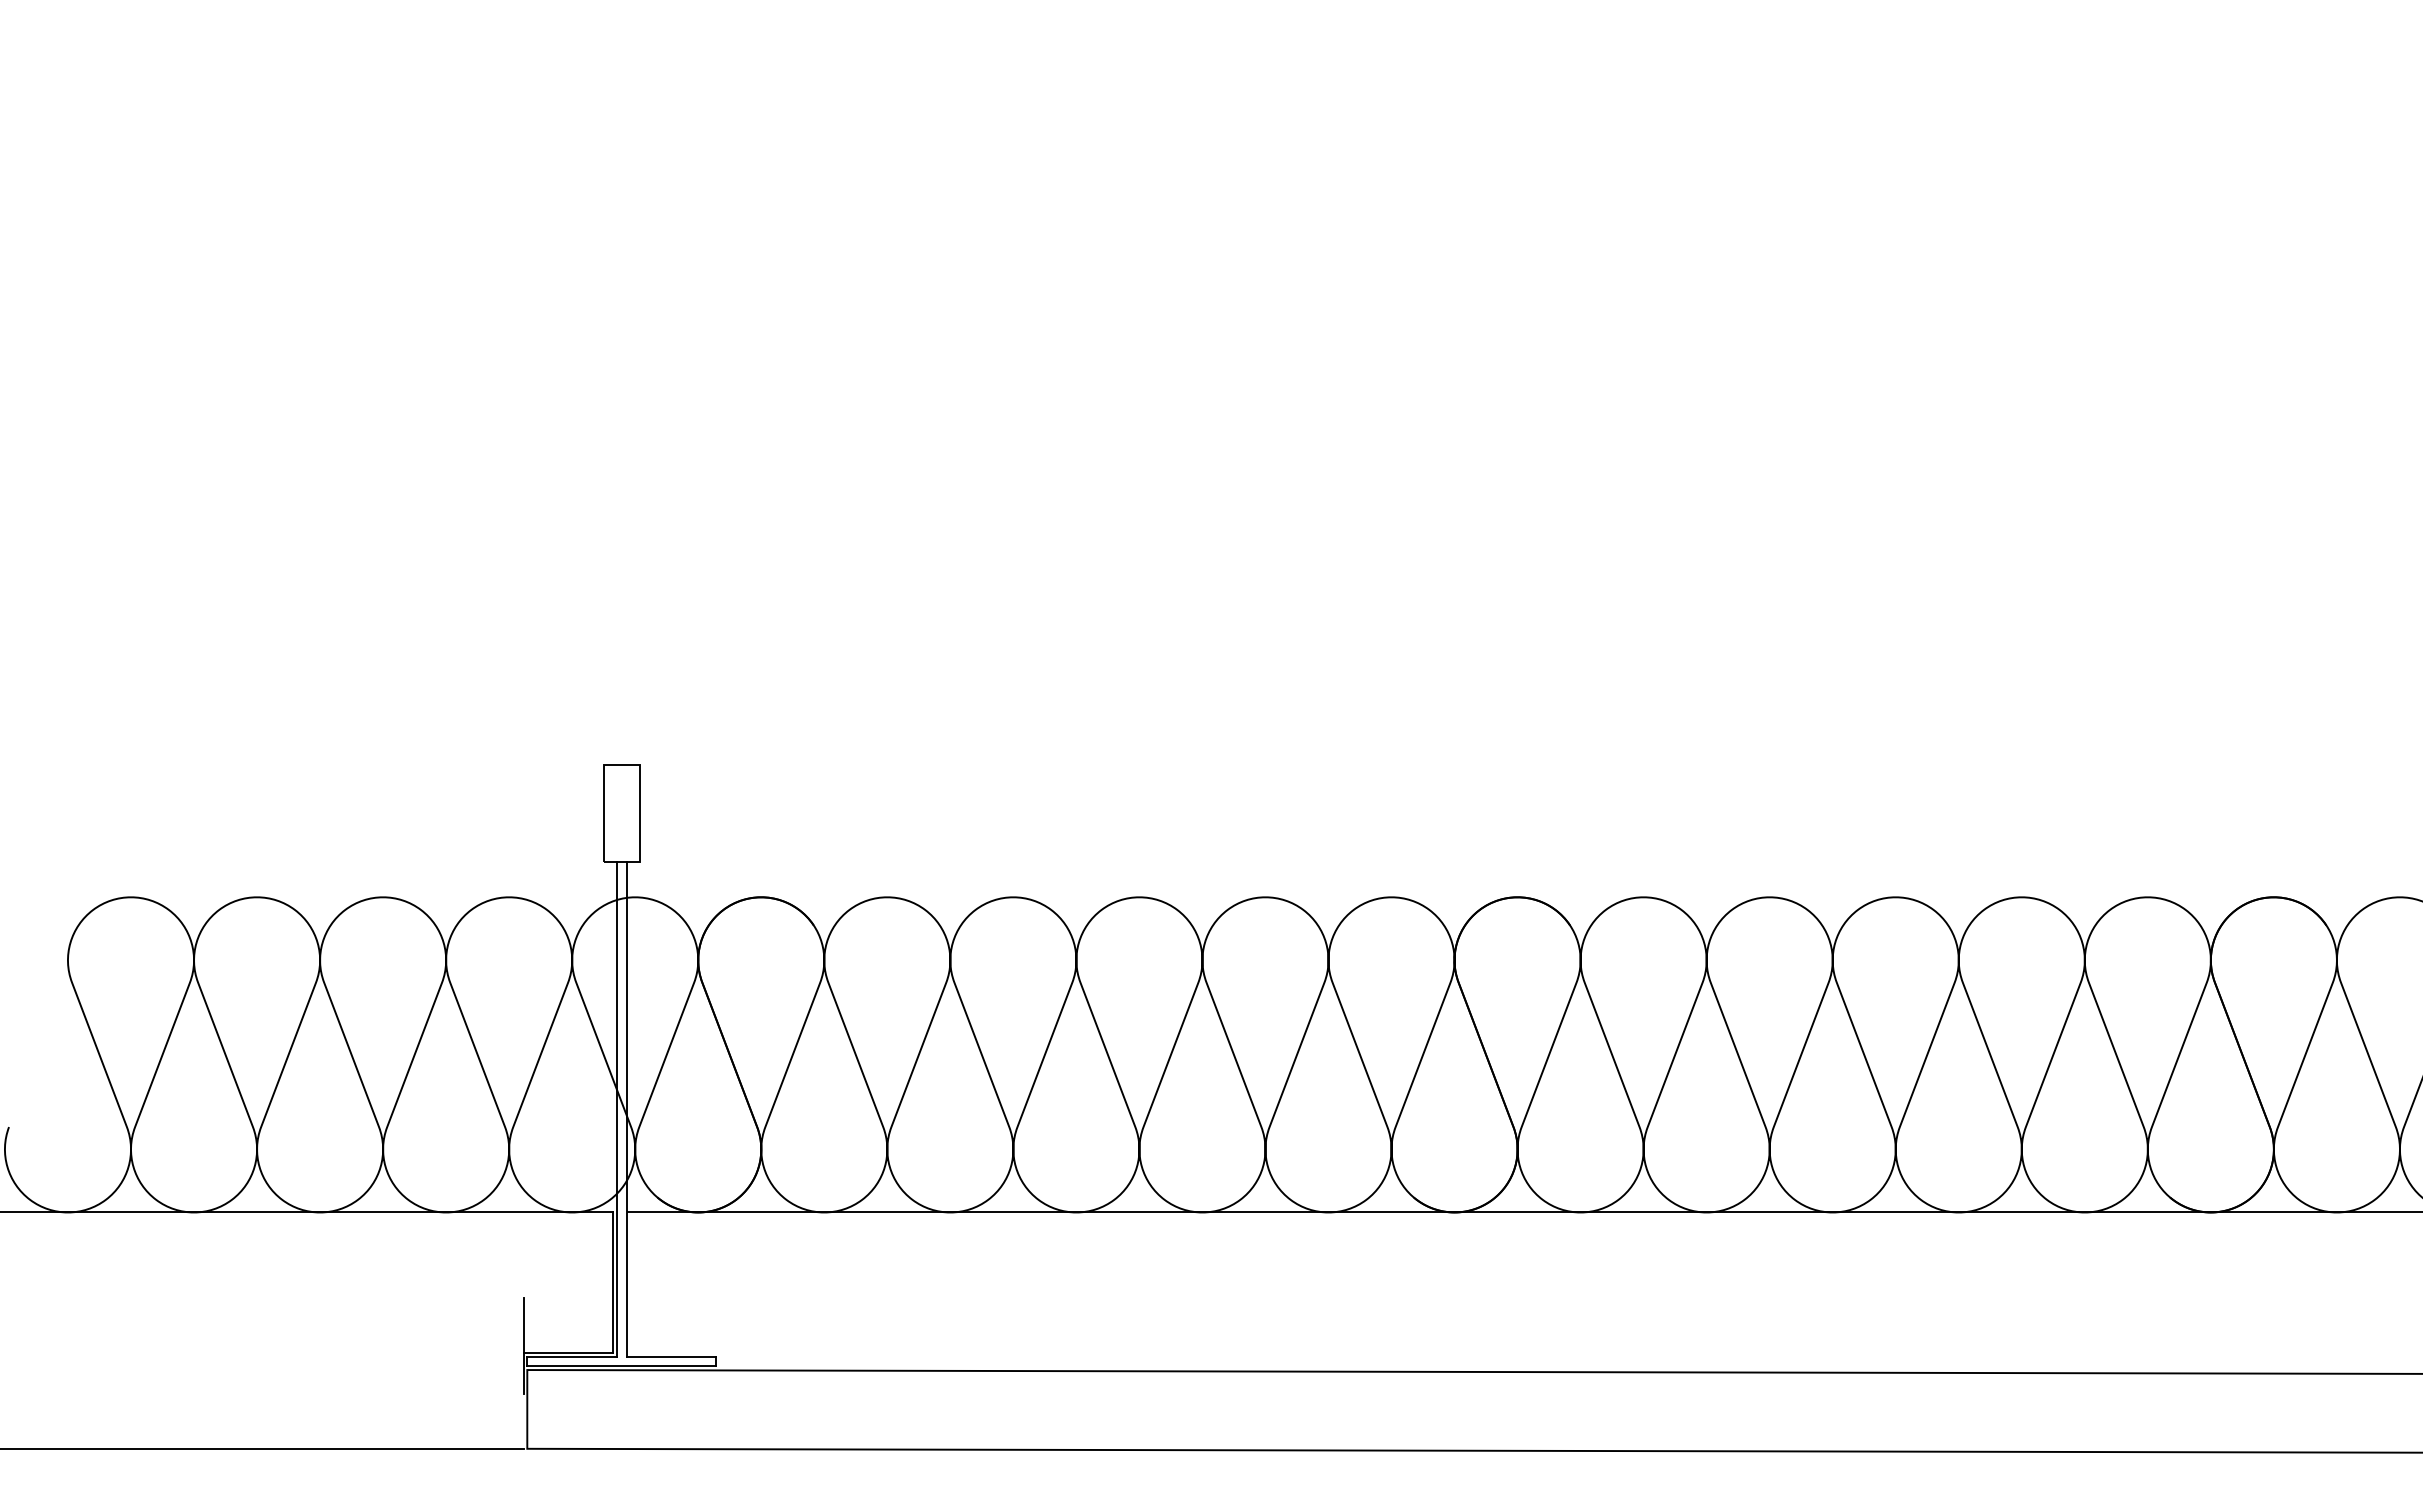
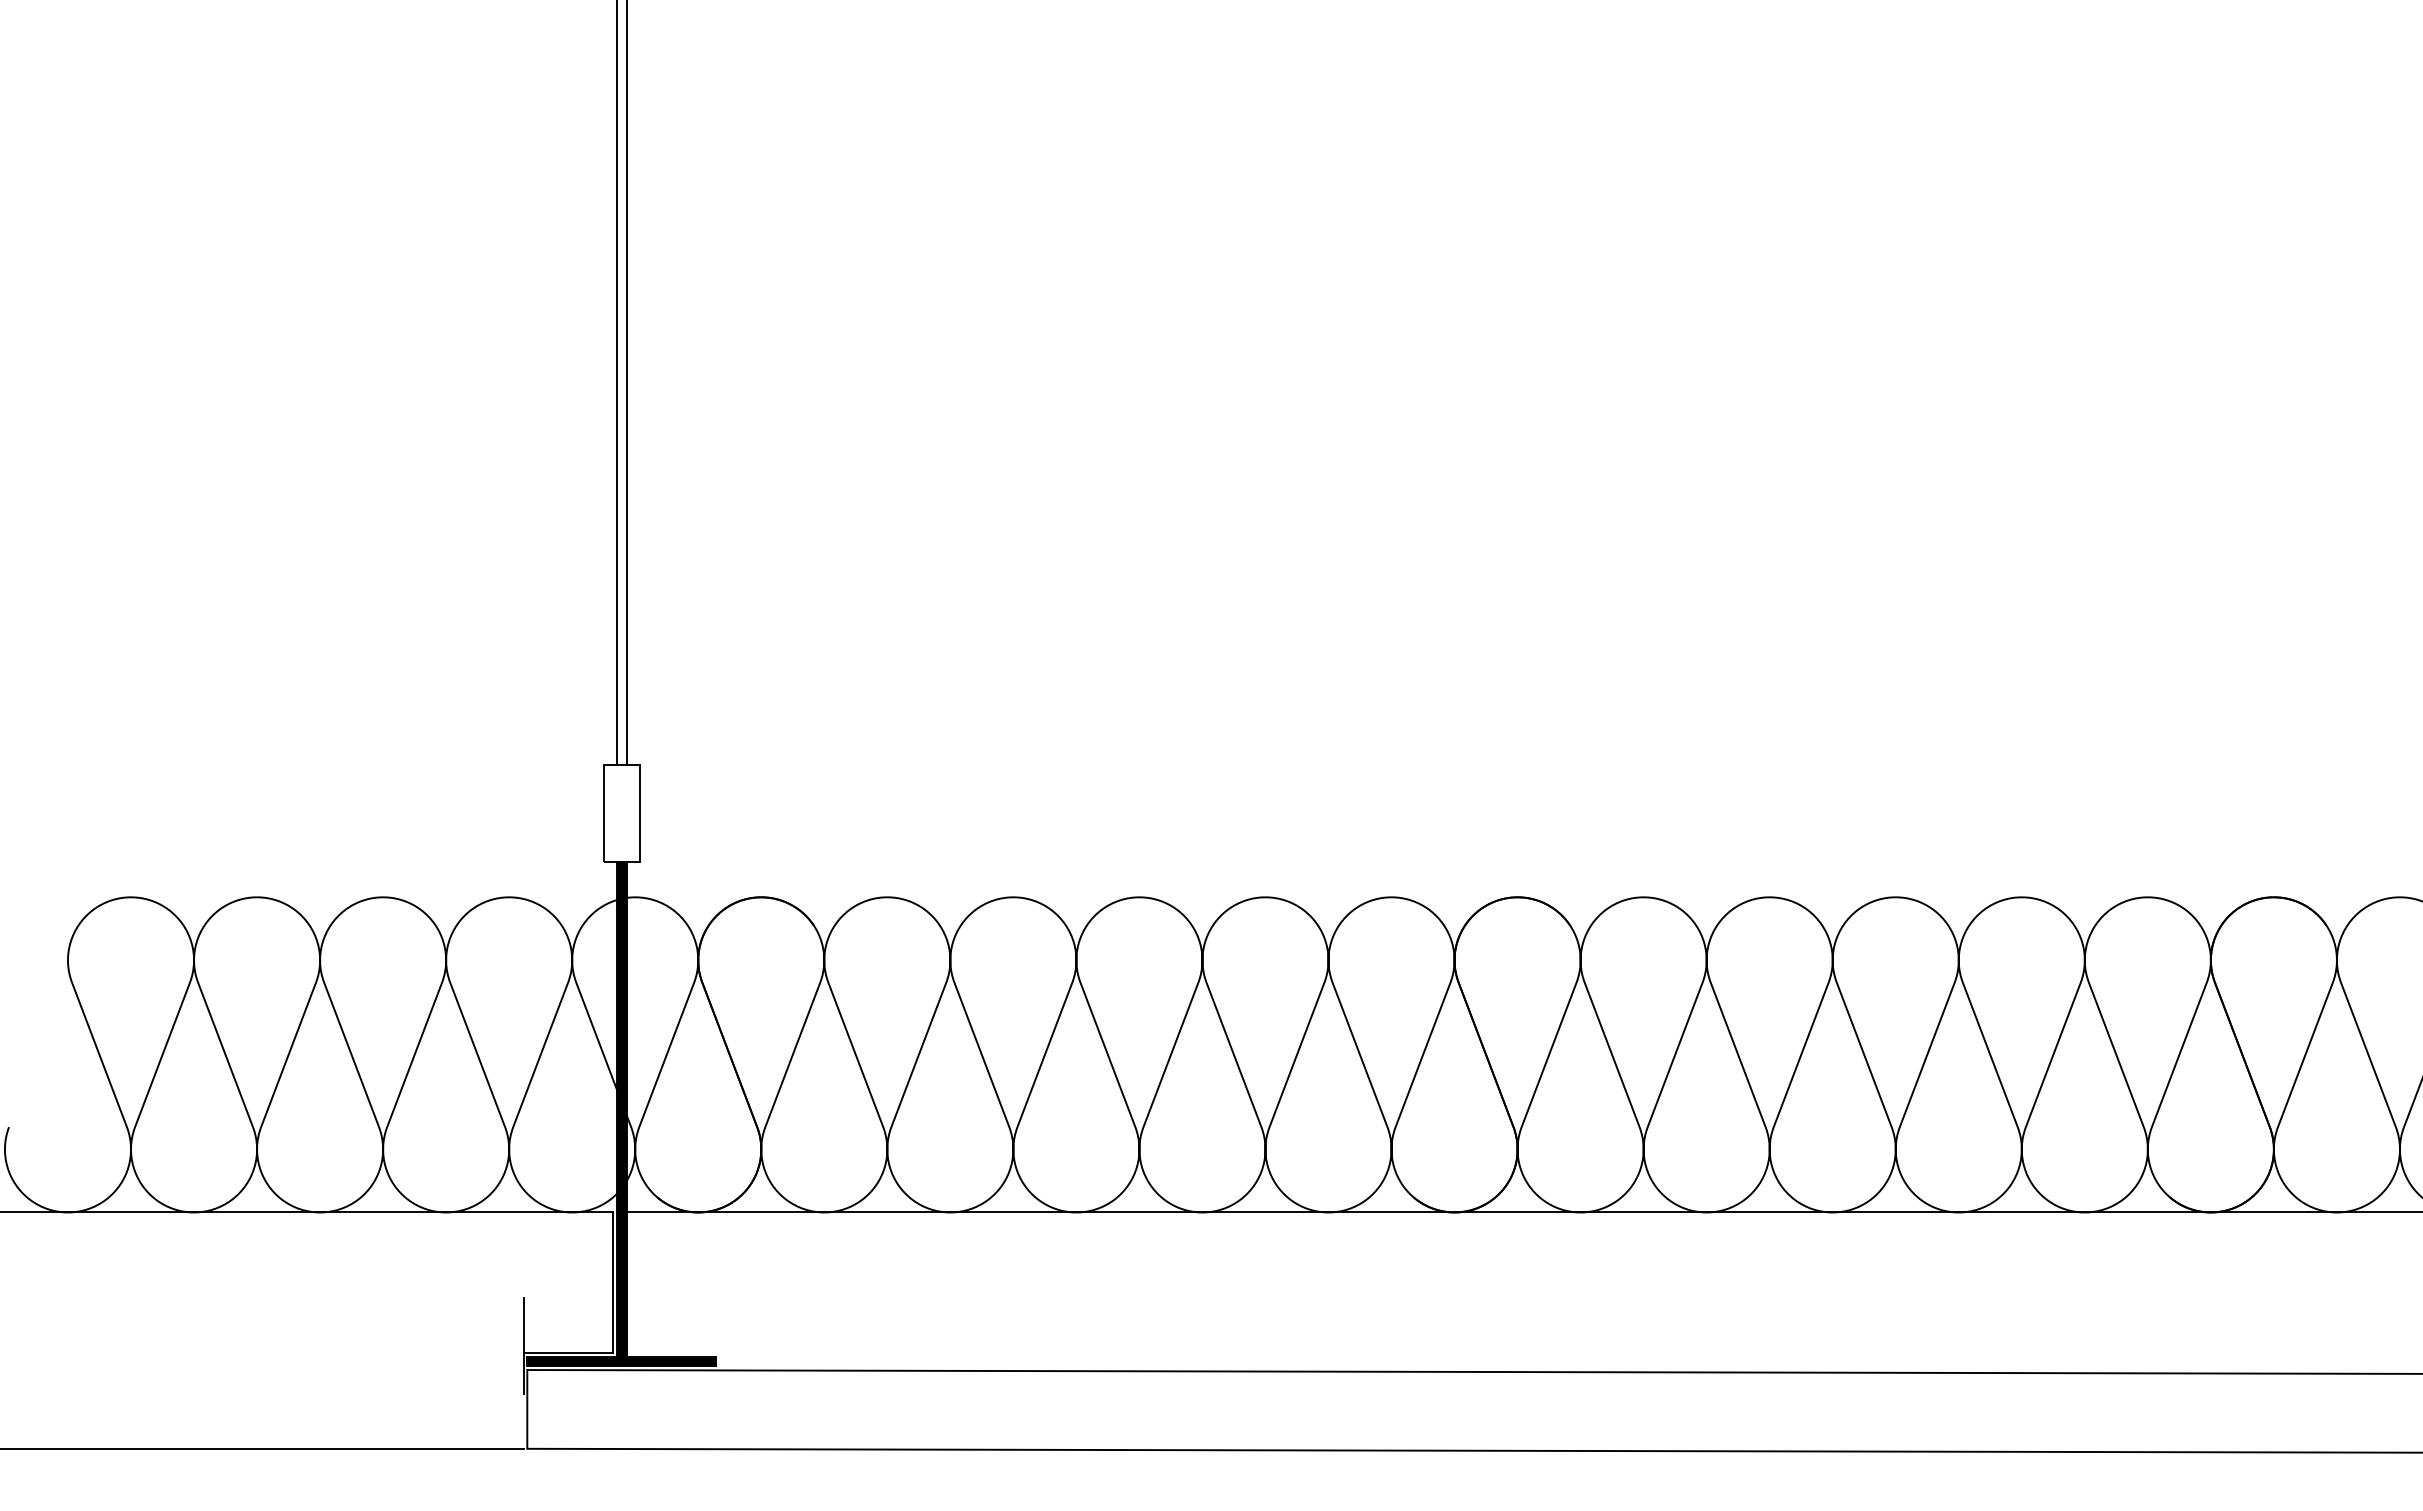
line at (617, 383): none -> present
line at (626, 383): none -> present
fill at (621, 1113): none -> present
